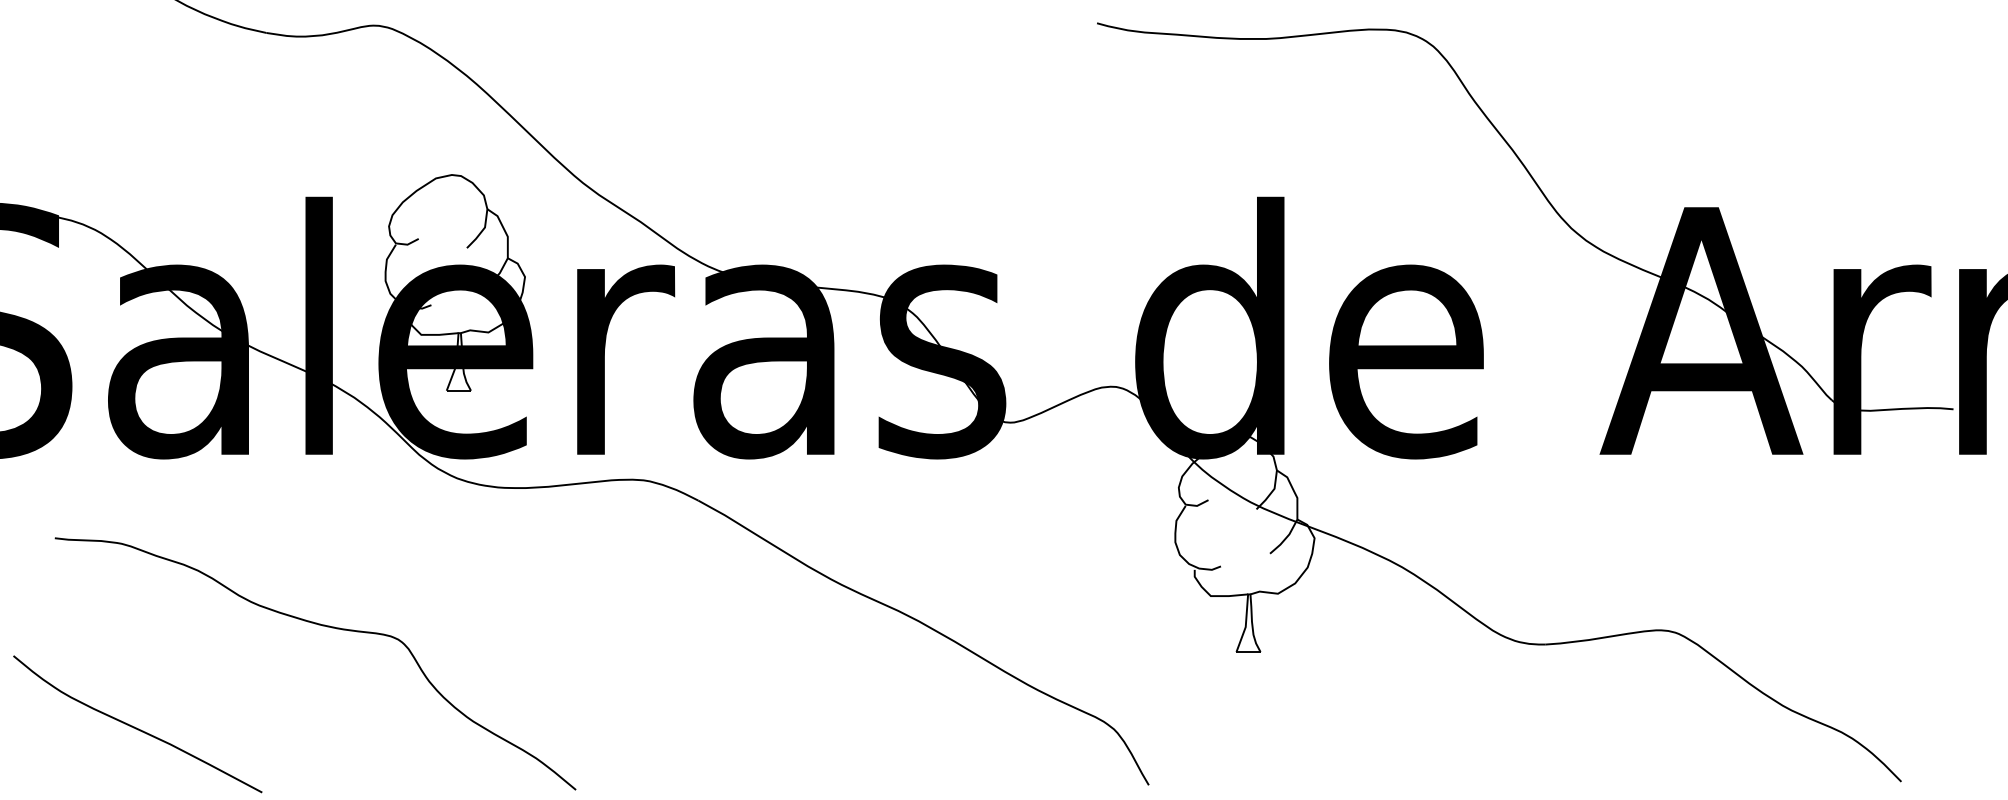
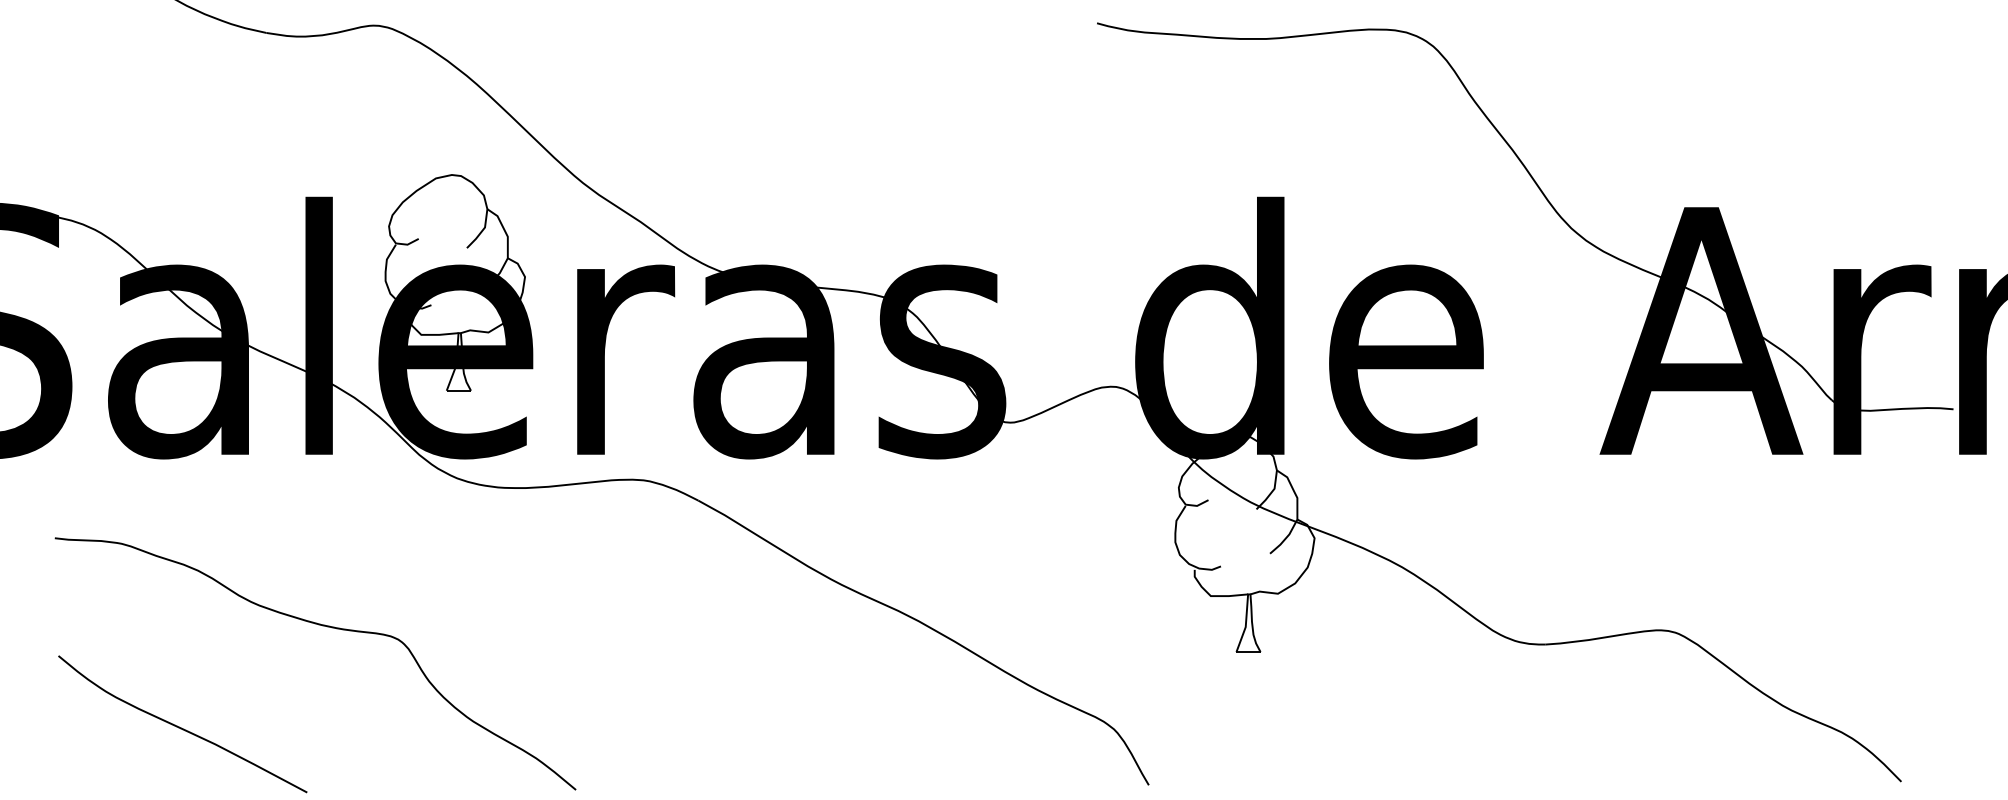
curve at (136, 727) position: (136, 727) -> (181, 727)
